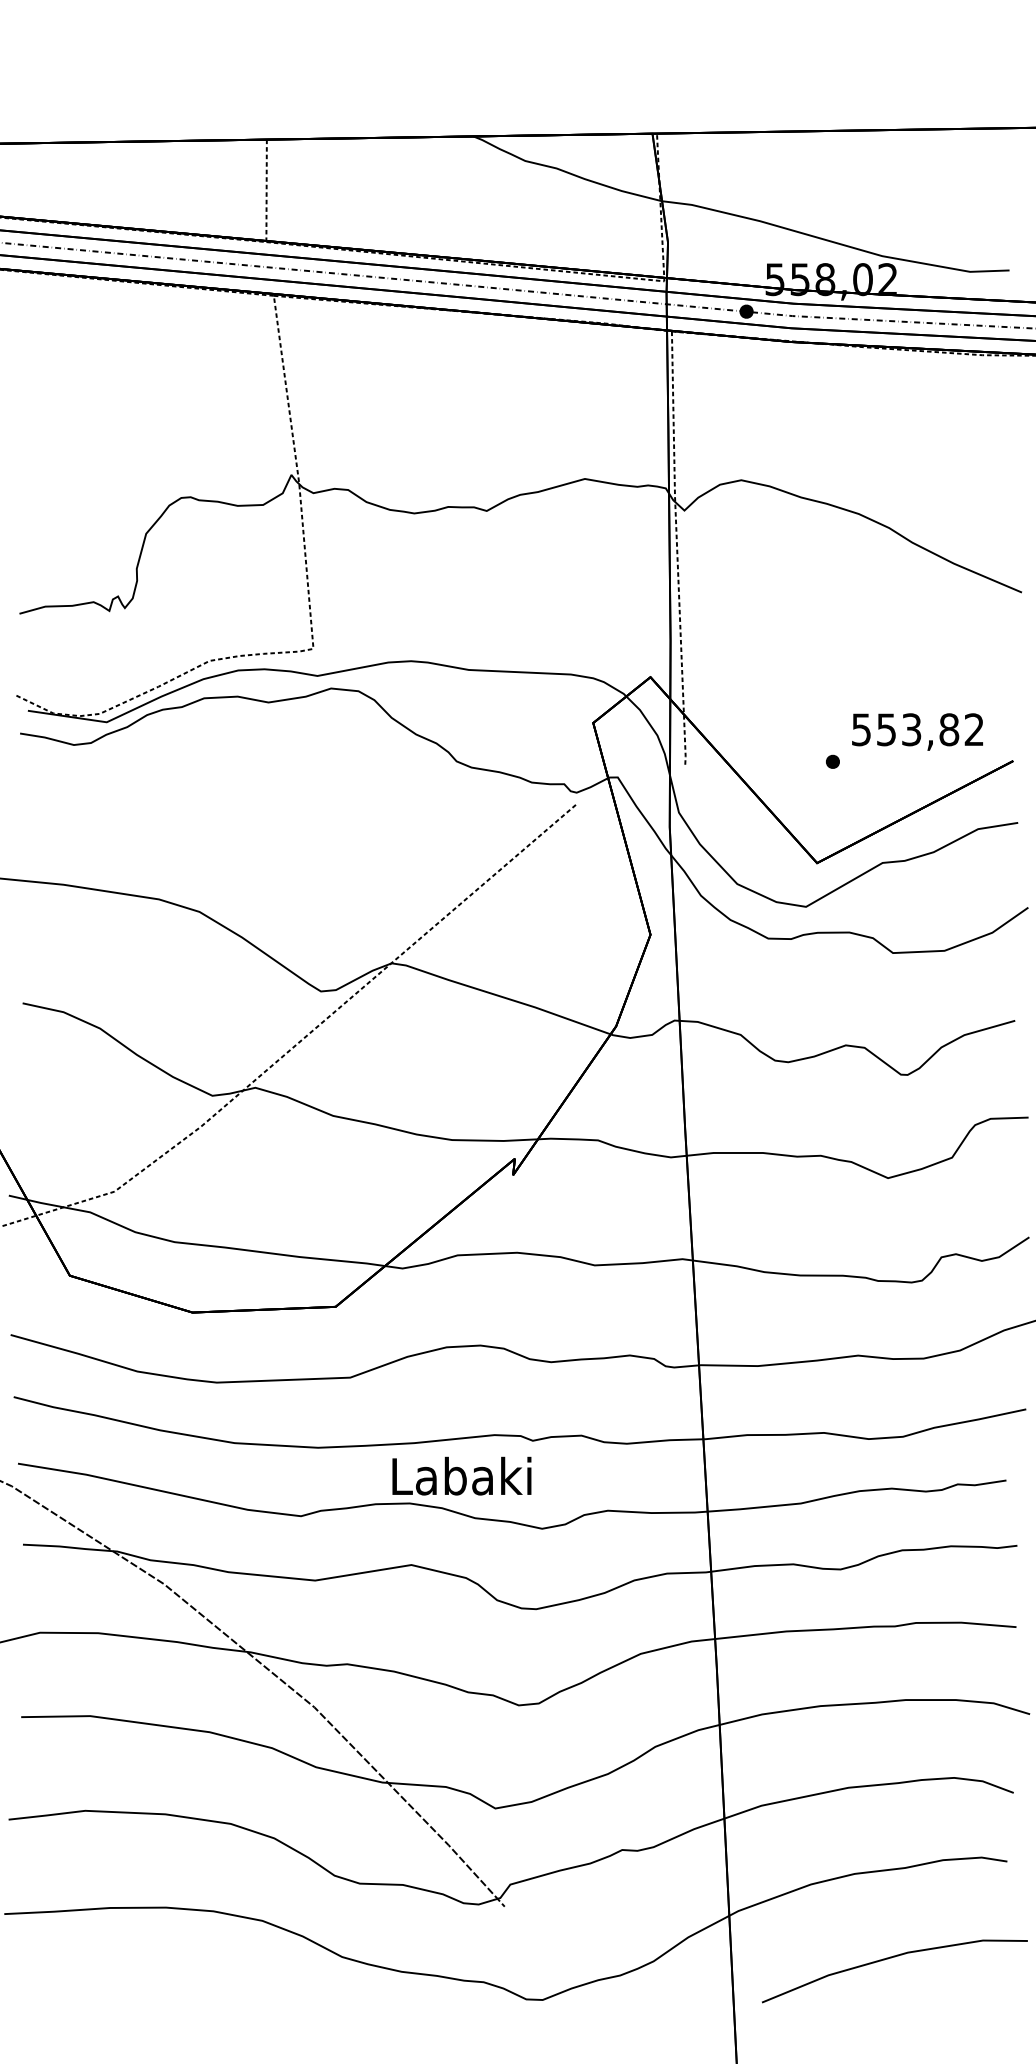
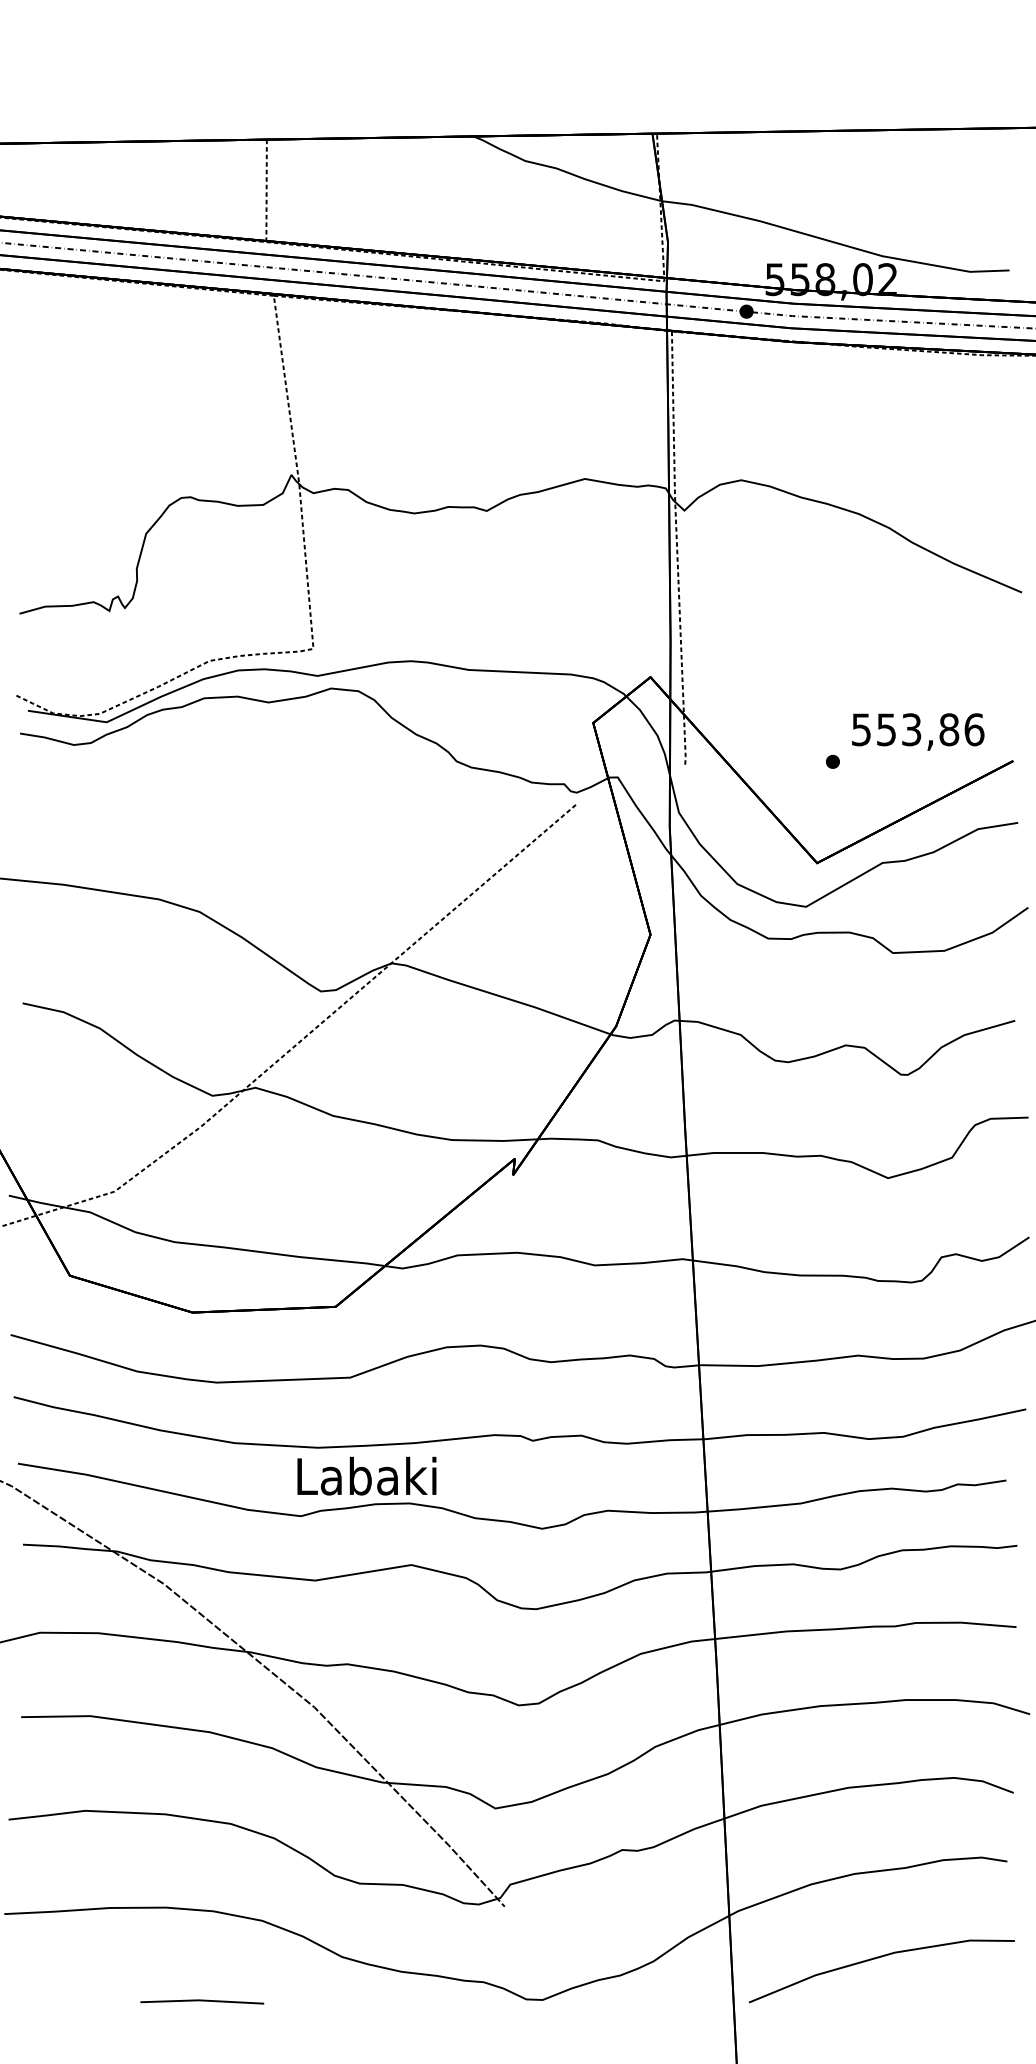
text at (974, 729): 553,82 -> 553,86
text at (461, 1475) position: (461, 1475) -> (366, 1475)
line at (891, 1958) position: (891, 1958) -> (878, 1958)
line at (202, 2001): none -> present
